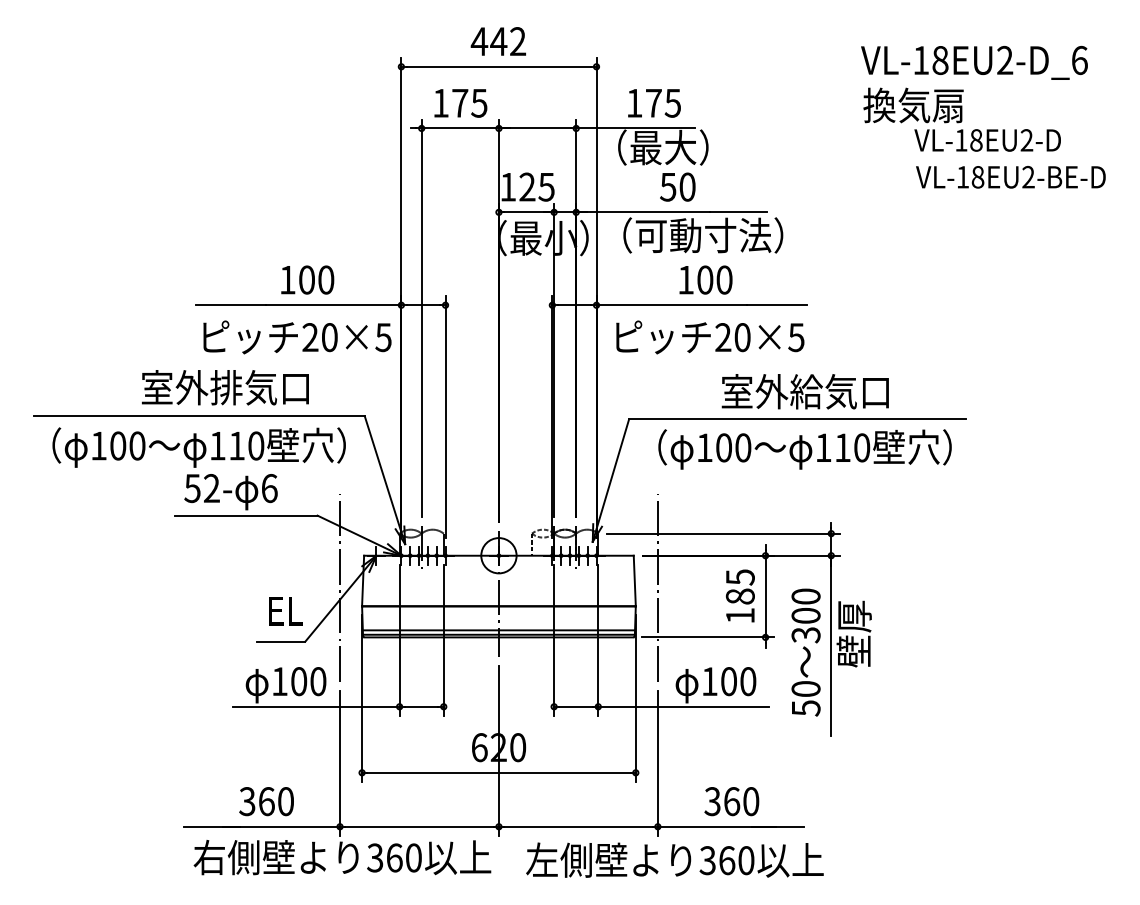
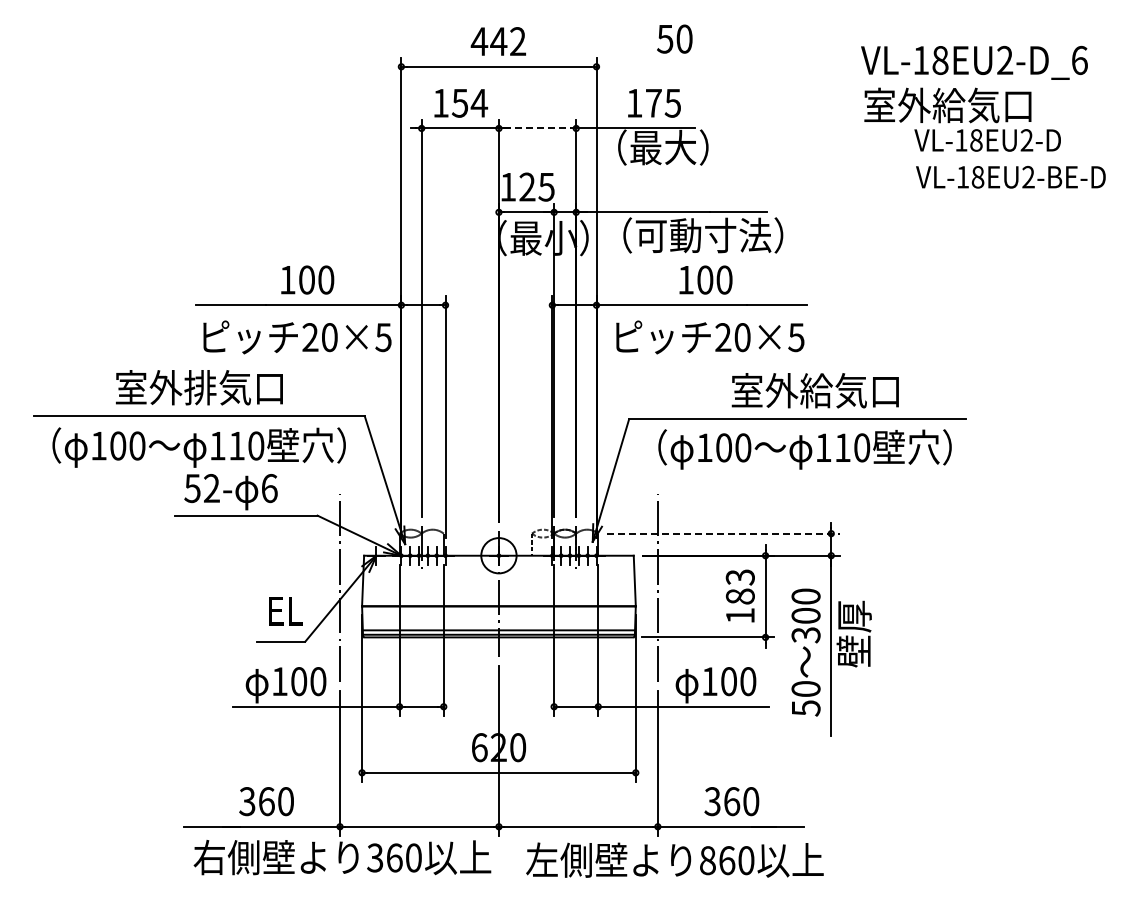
text at (469, 103): 175 -> 154
text at (947, 105): 換気扇 -> 室外給気口
line at (538, 128): solid -> dashed
text at (677, 186) position: (677, 186) -> (674, 38)
text at (225, 387) position: (225, 387) -> (199, 387)
text at (804, 391) position: (804, 391) -> (814, 390)
line at (724, 533): solid -> dashed
text at (739, 577): 185 -> 183
text at (707, 860): 360 -> 860
